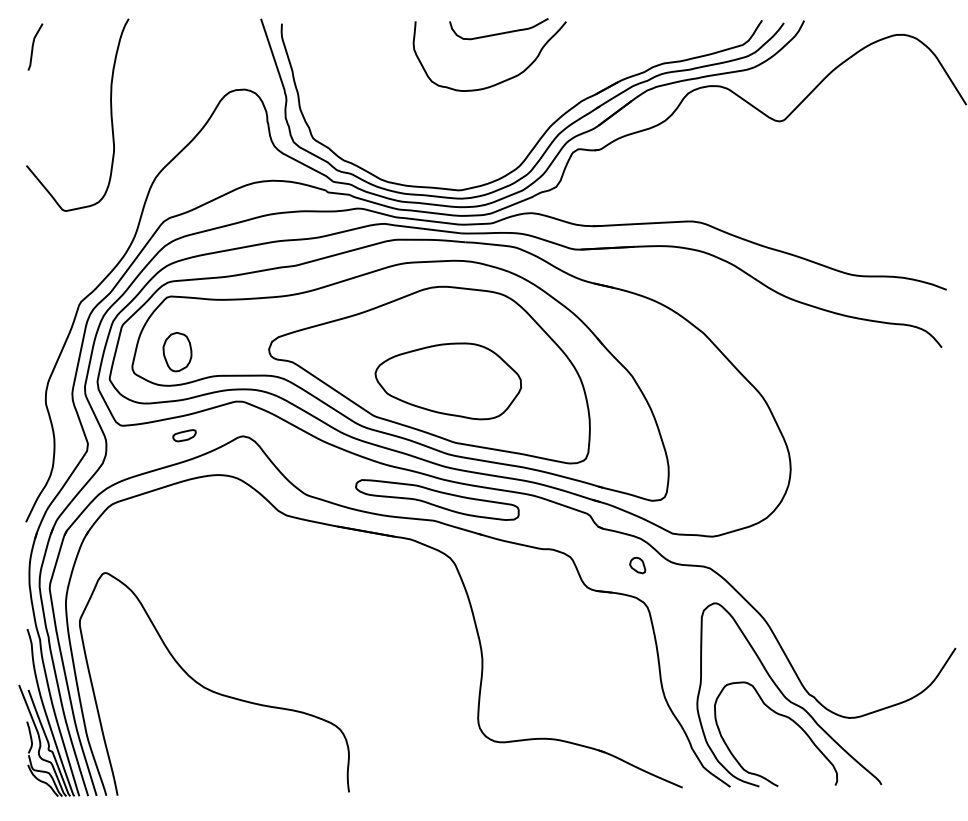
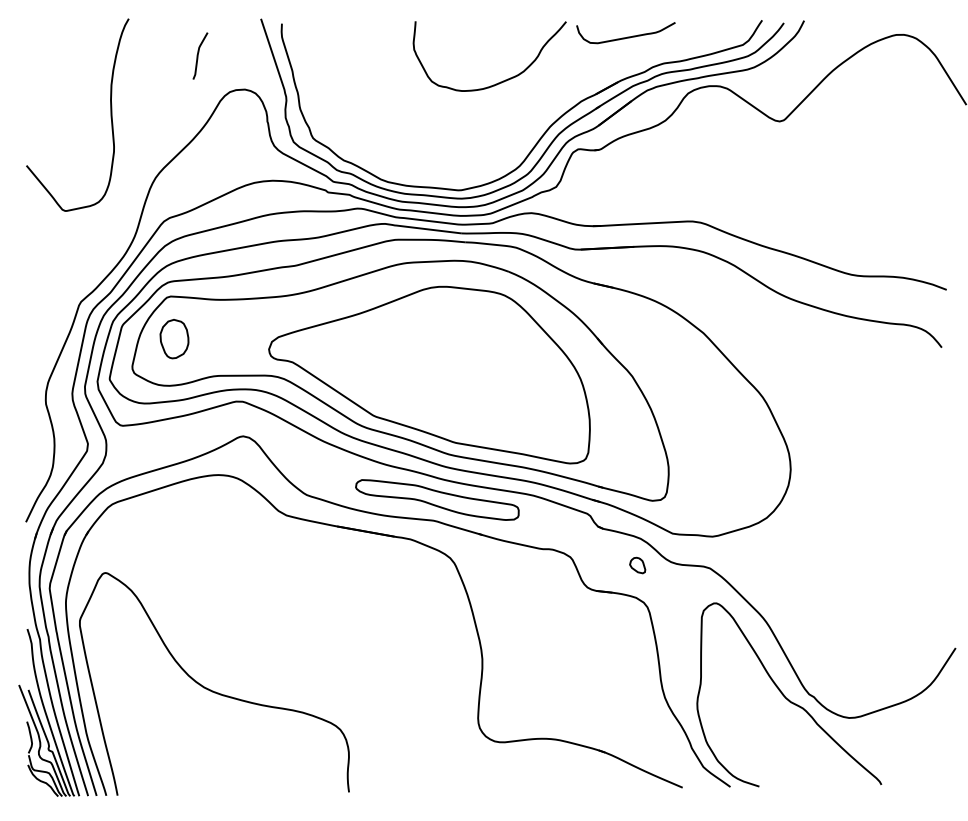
curve at (500, 32) position: (500, 32) -> (627, 36)
curve at (33, 46) position: (33, 46) -> (198, 55)
part at (177, 352) position: (177, 352) -> (174, 339)
part at (447, 381): present -> none
part at (184, 435): present -> none
curve at (782, 716): present -> none
